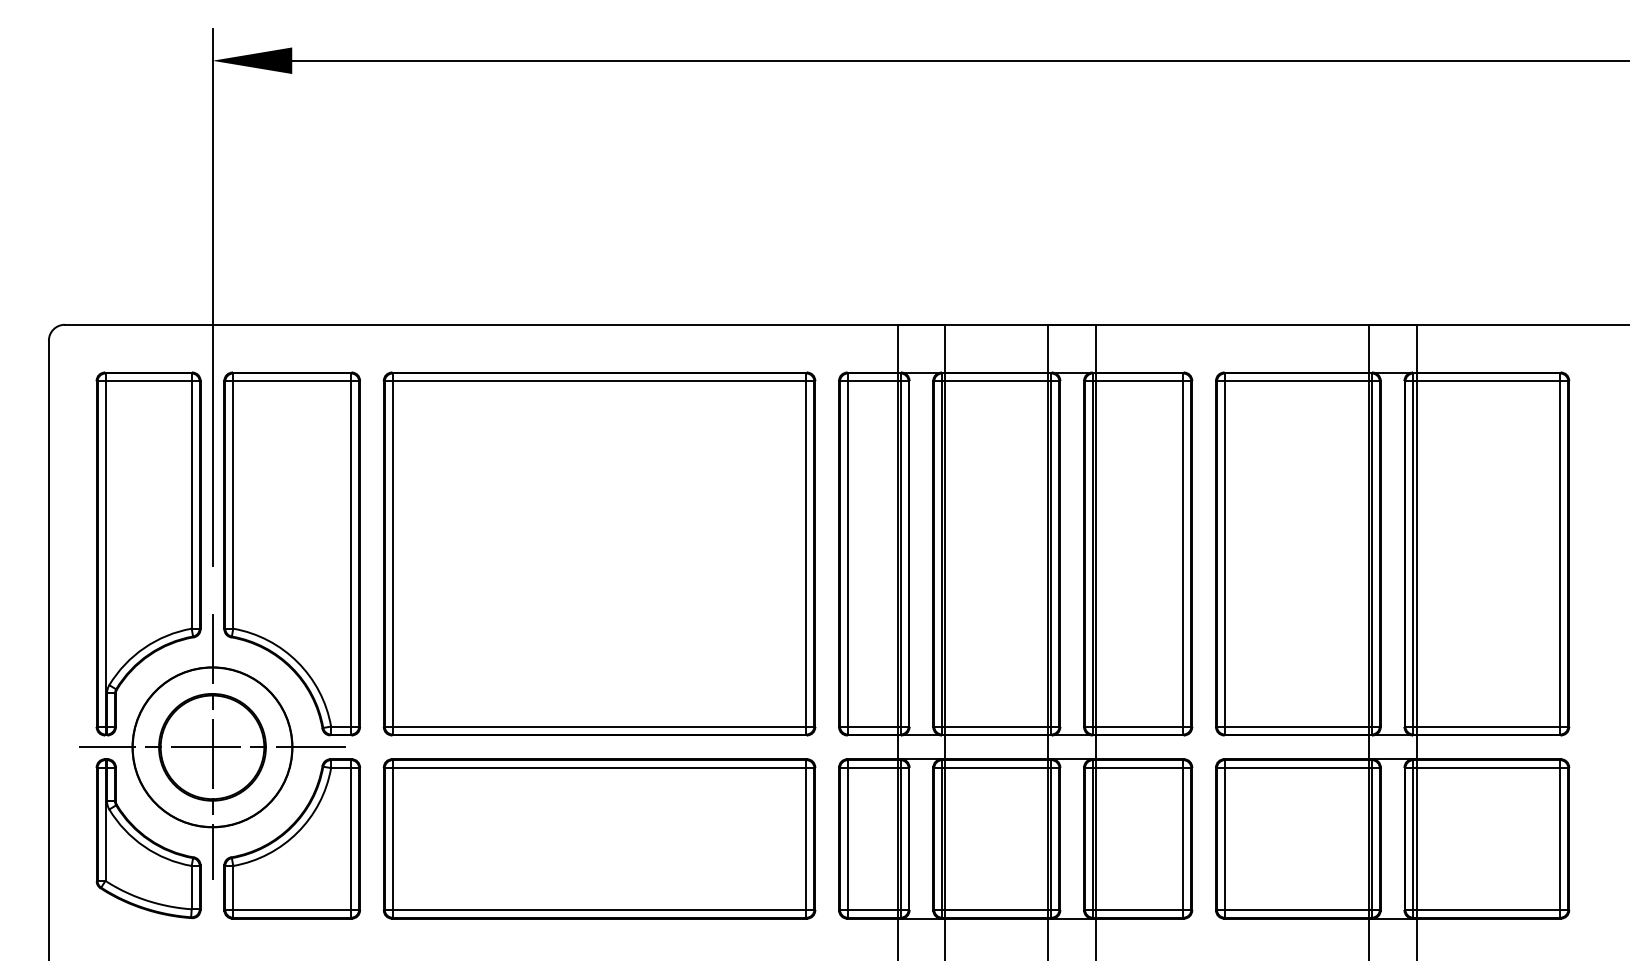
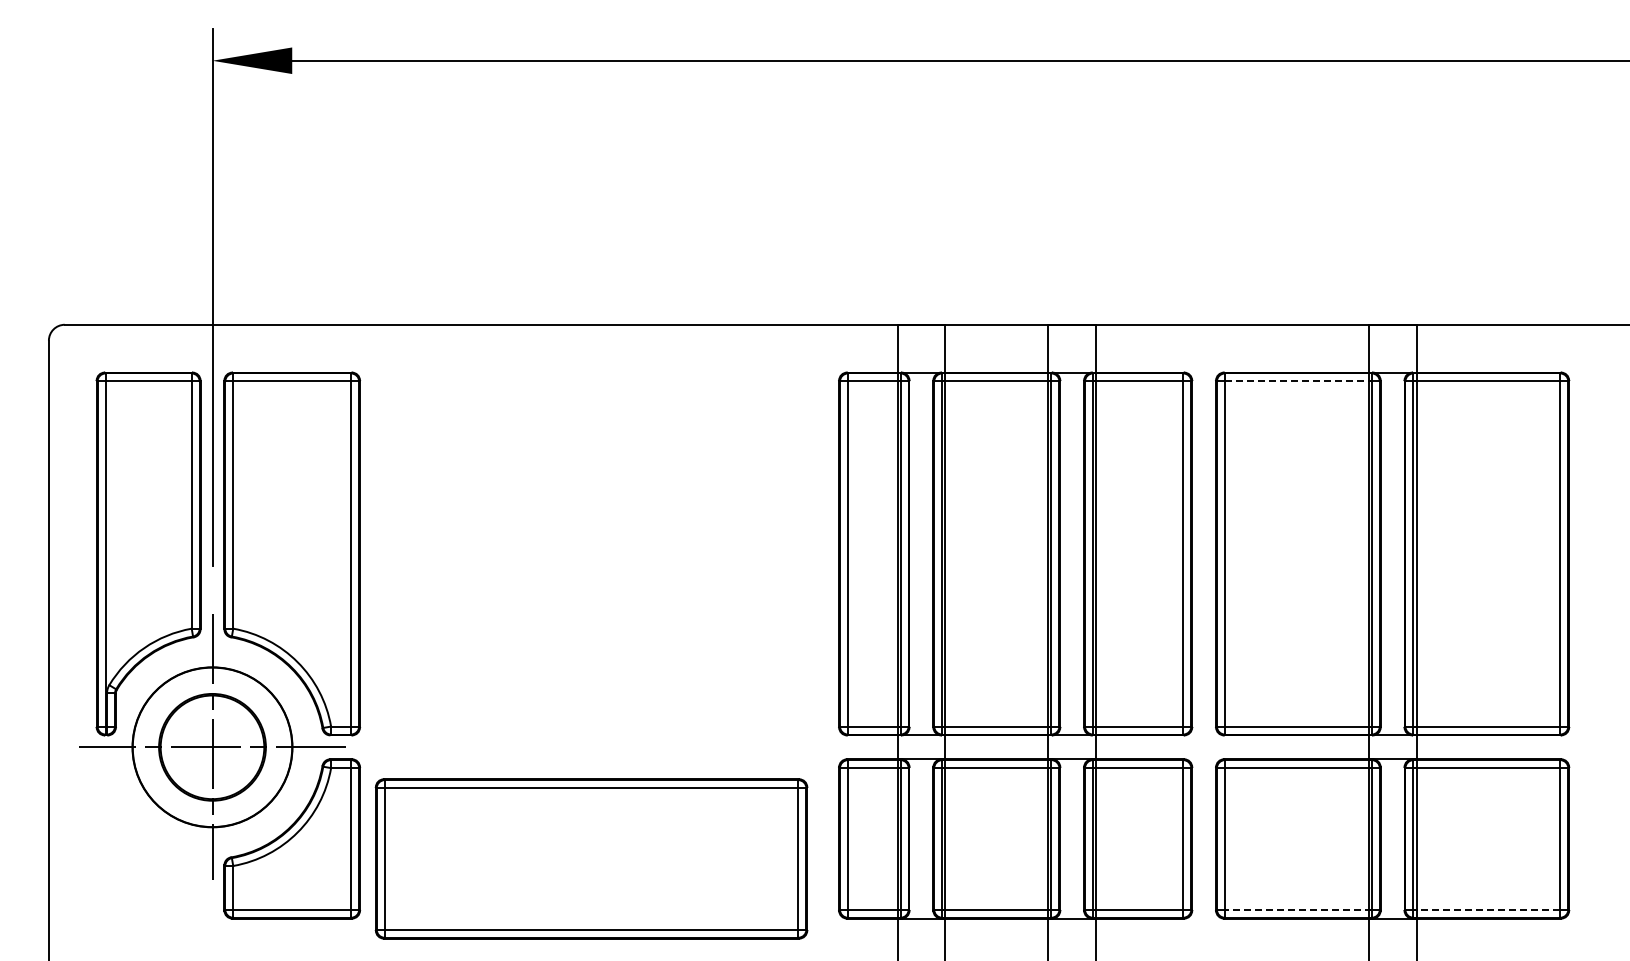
line at (1298, 381): solid -> dashed
part at (599, 553): present -> none
part at (148, 838): present -> none
part at (599, 838) position: (599, 838) -> (591, 858)
line at (1297, 909): solid -> dashed
line at (1486, 909): solid -> dashed
